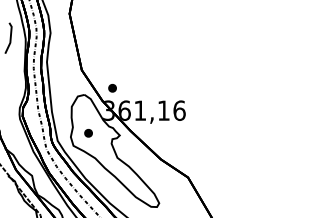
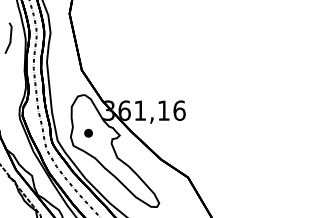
part at (112, 88): present -> none
